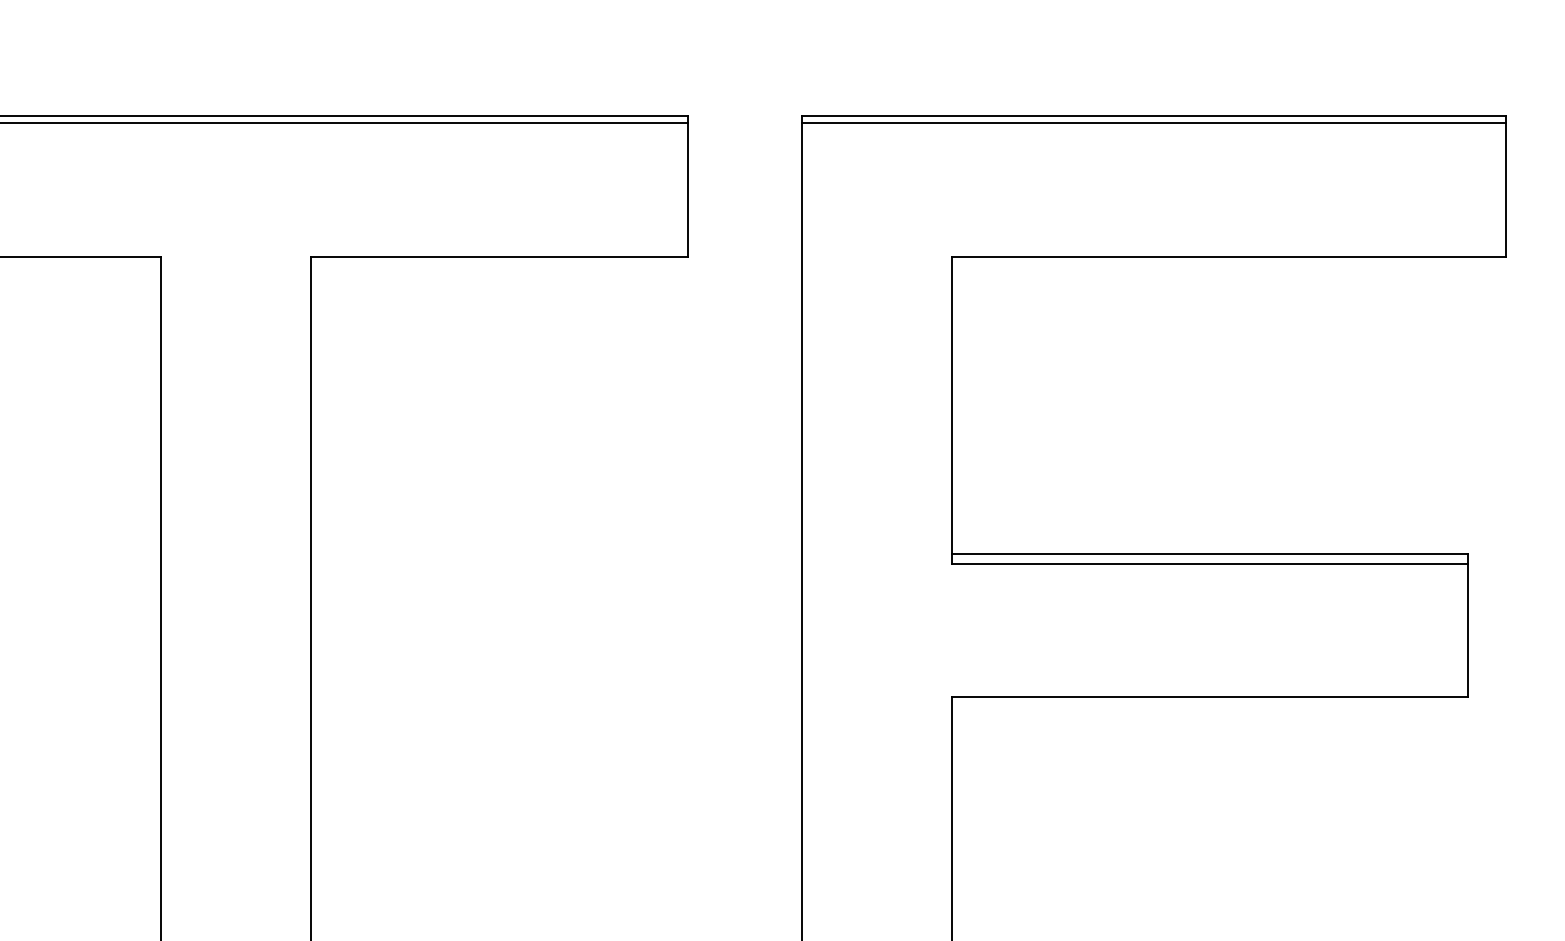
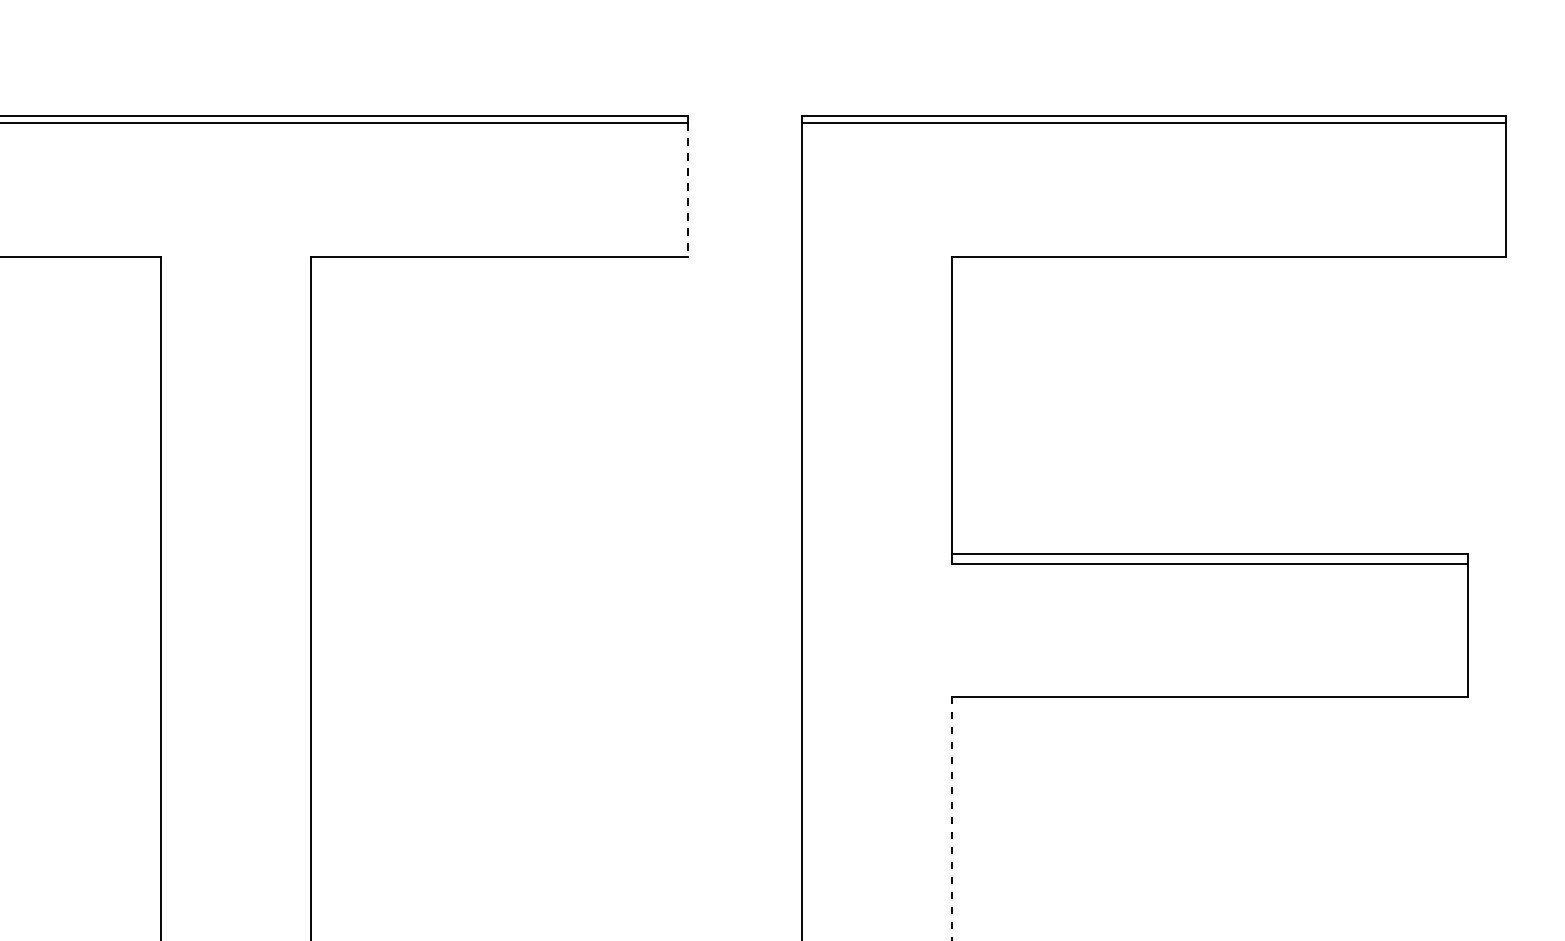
line at (688, 189): solid -> dashed
line at (951, 818): solid -> dashed
